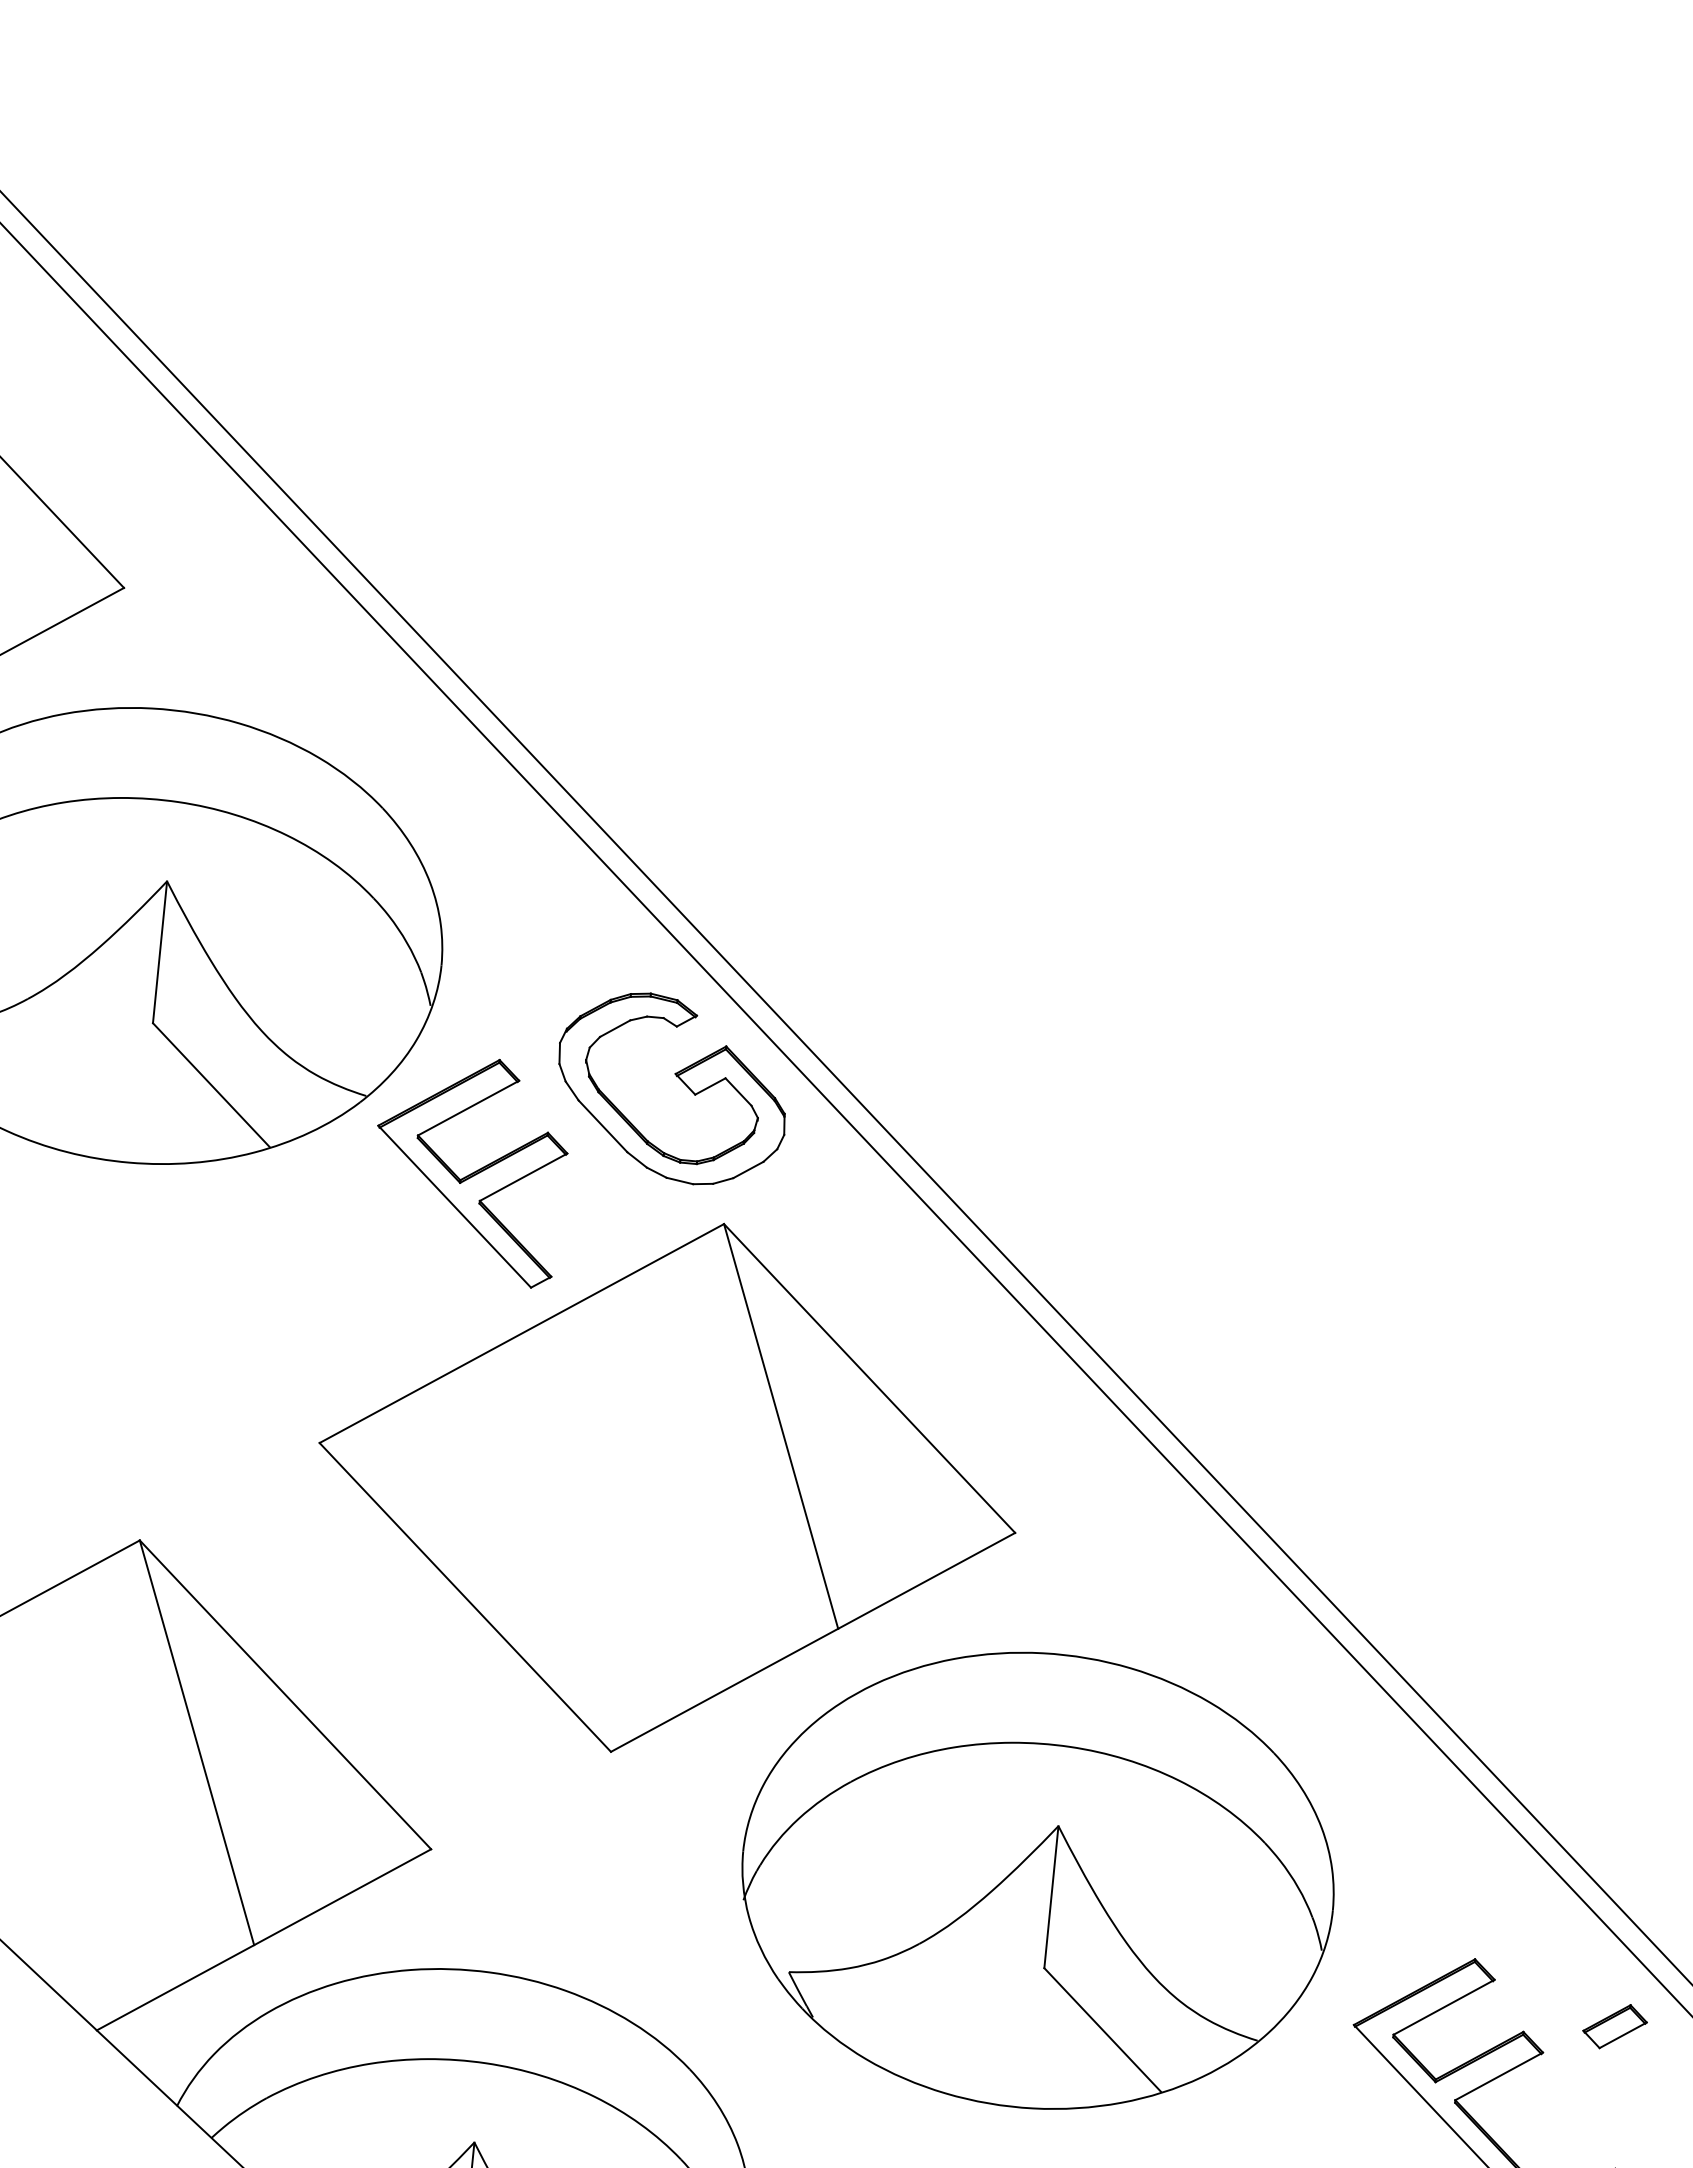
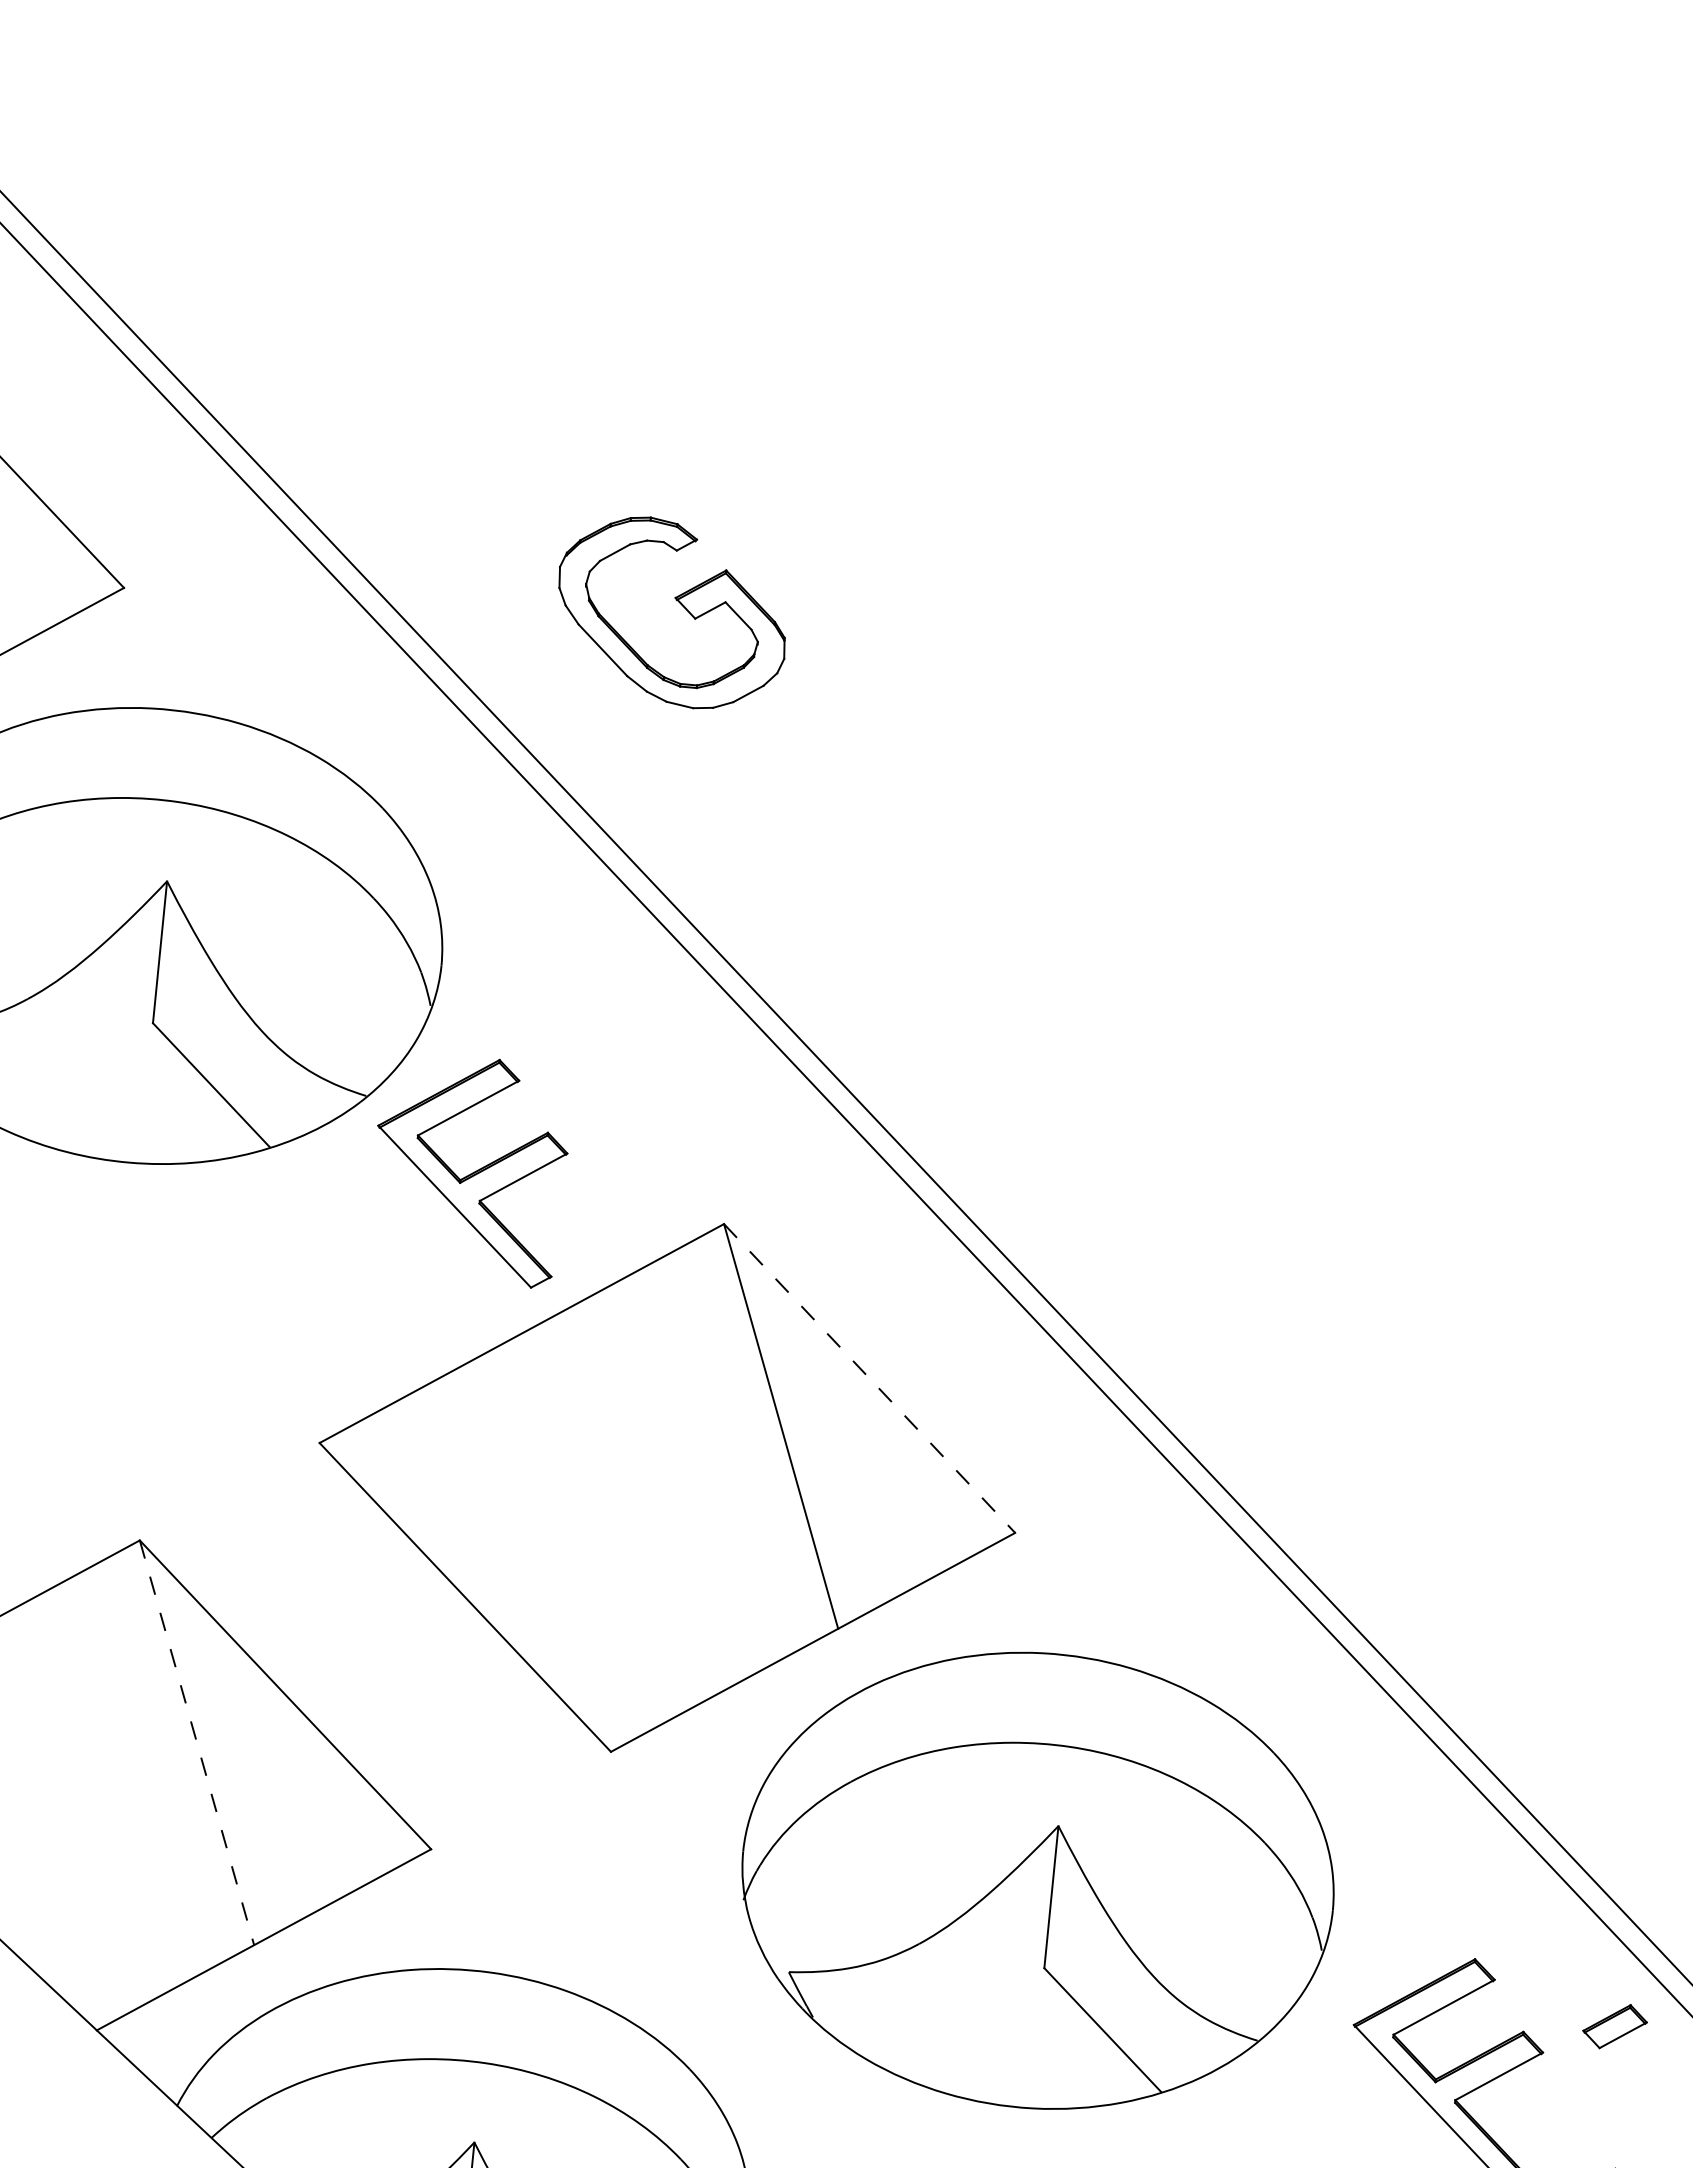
part at (679, 1079) position: (679, 1079) -> (679, 603)
line at (869, 1378): solid -> dashed
line at (197, 1743): solid -> dashed
